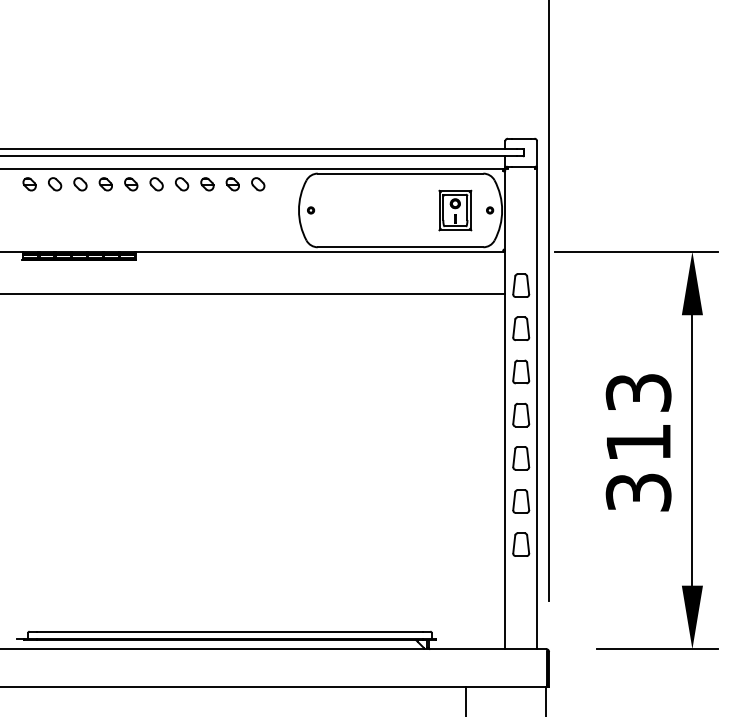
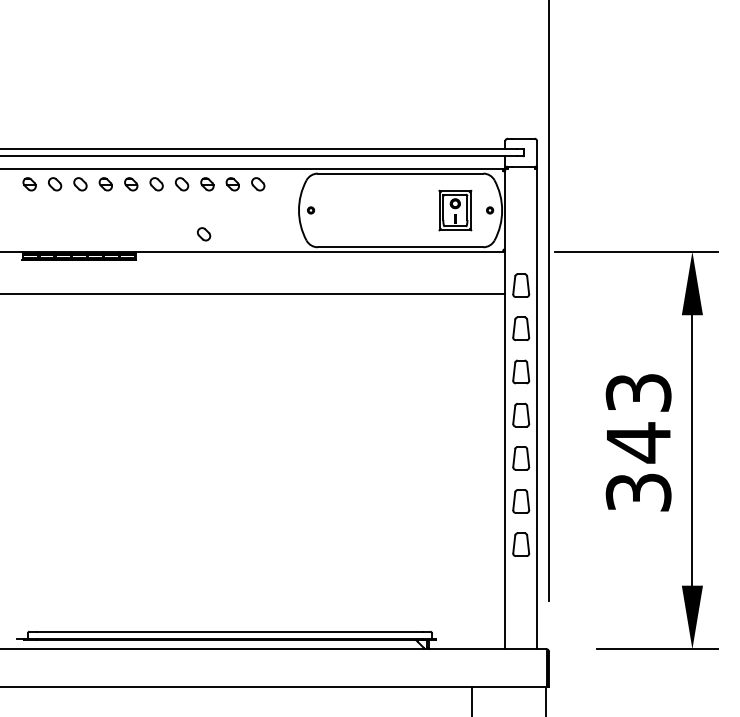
part at (204, 234): none -> present
text at (638, 442): 313 -> 343
line at (465, 700) position: (465, 700) -> (471, 700)
